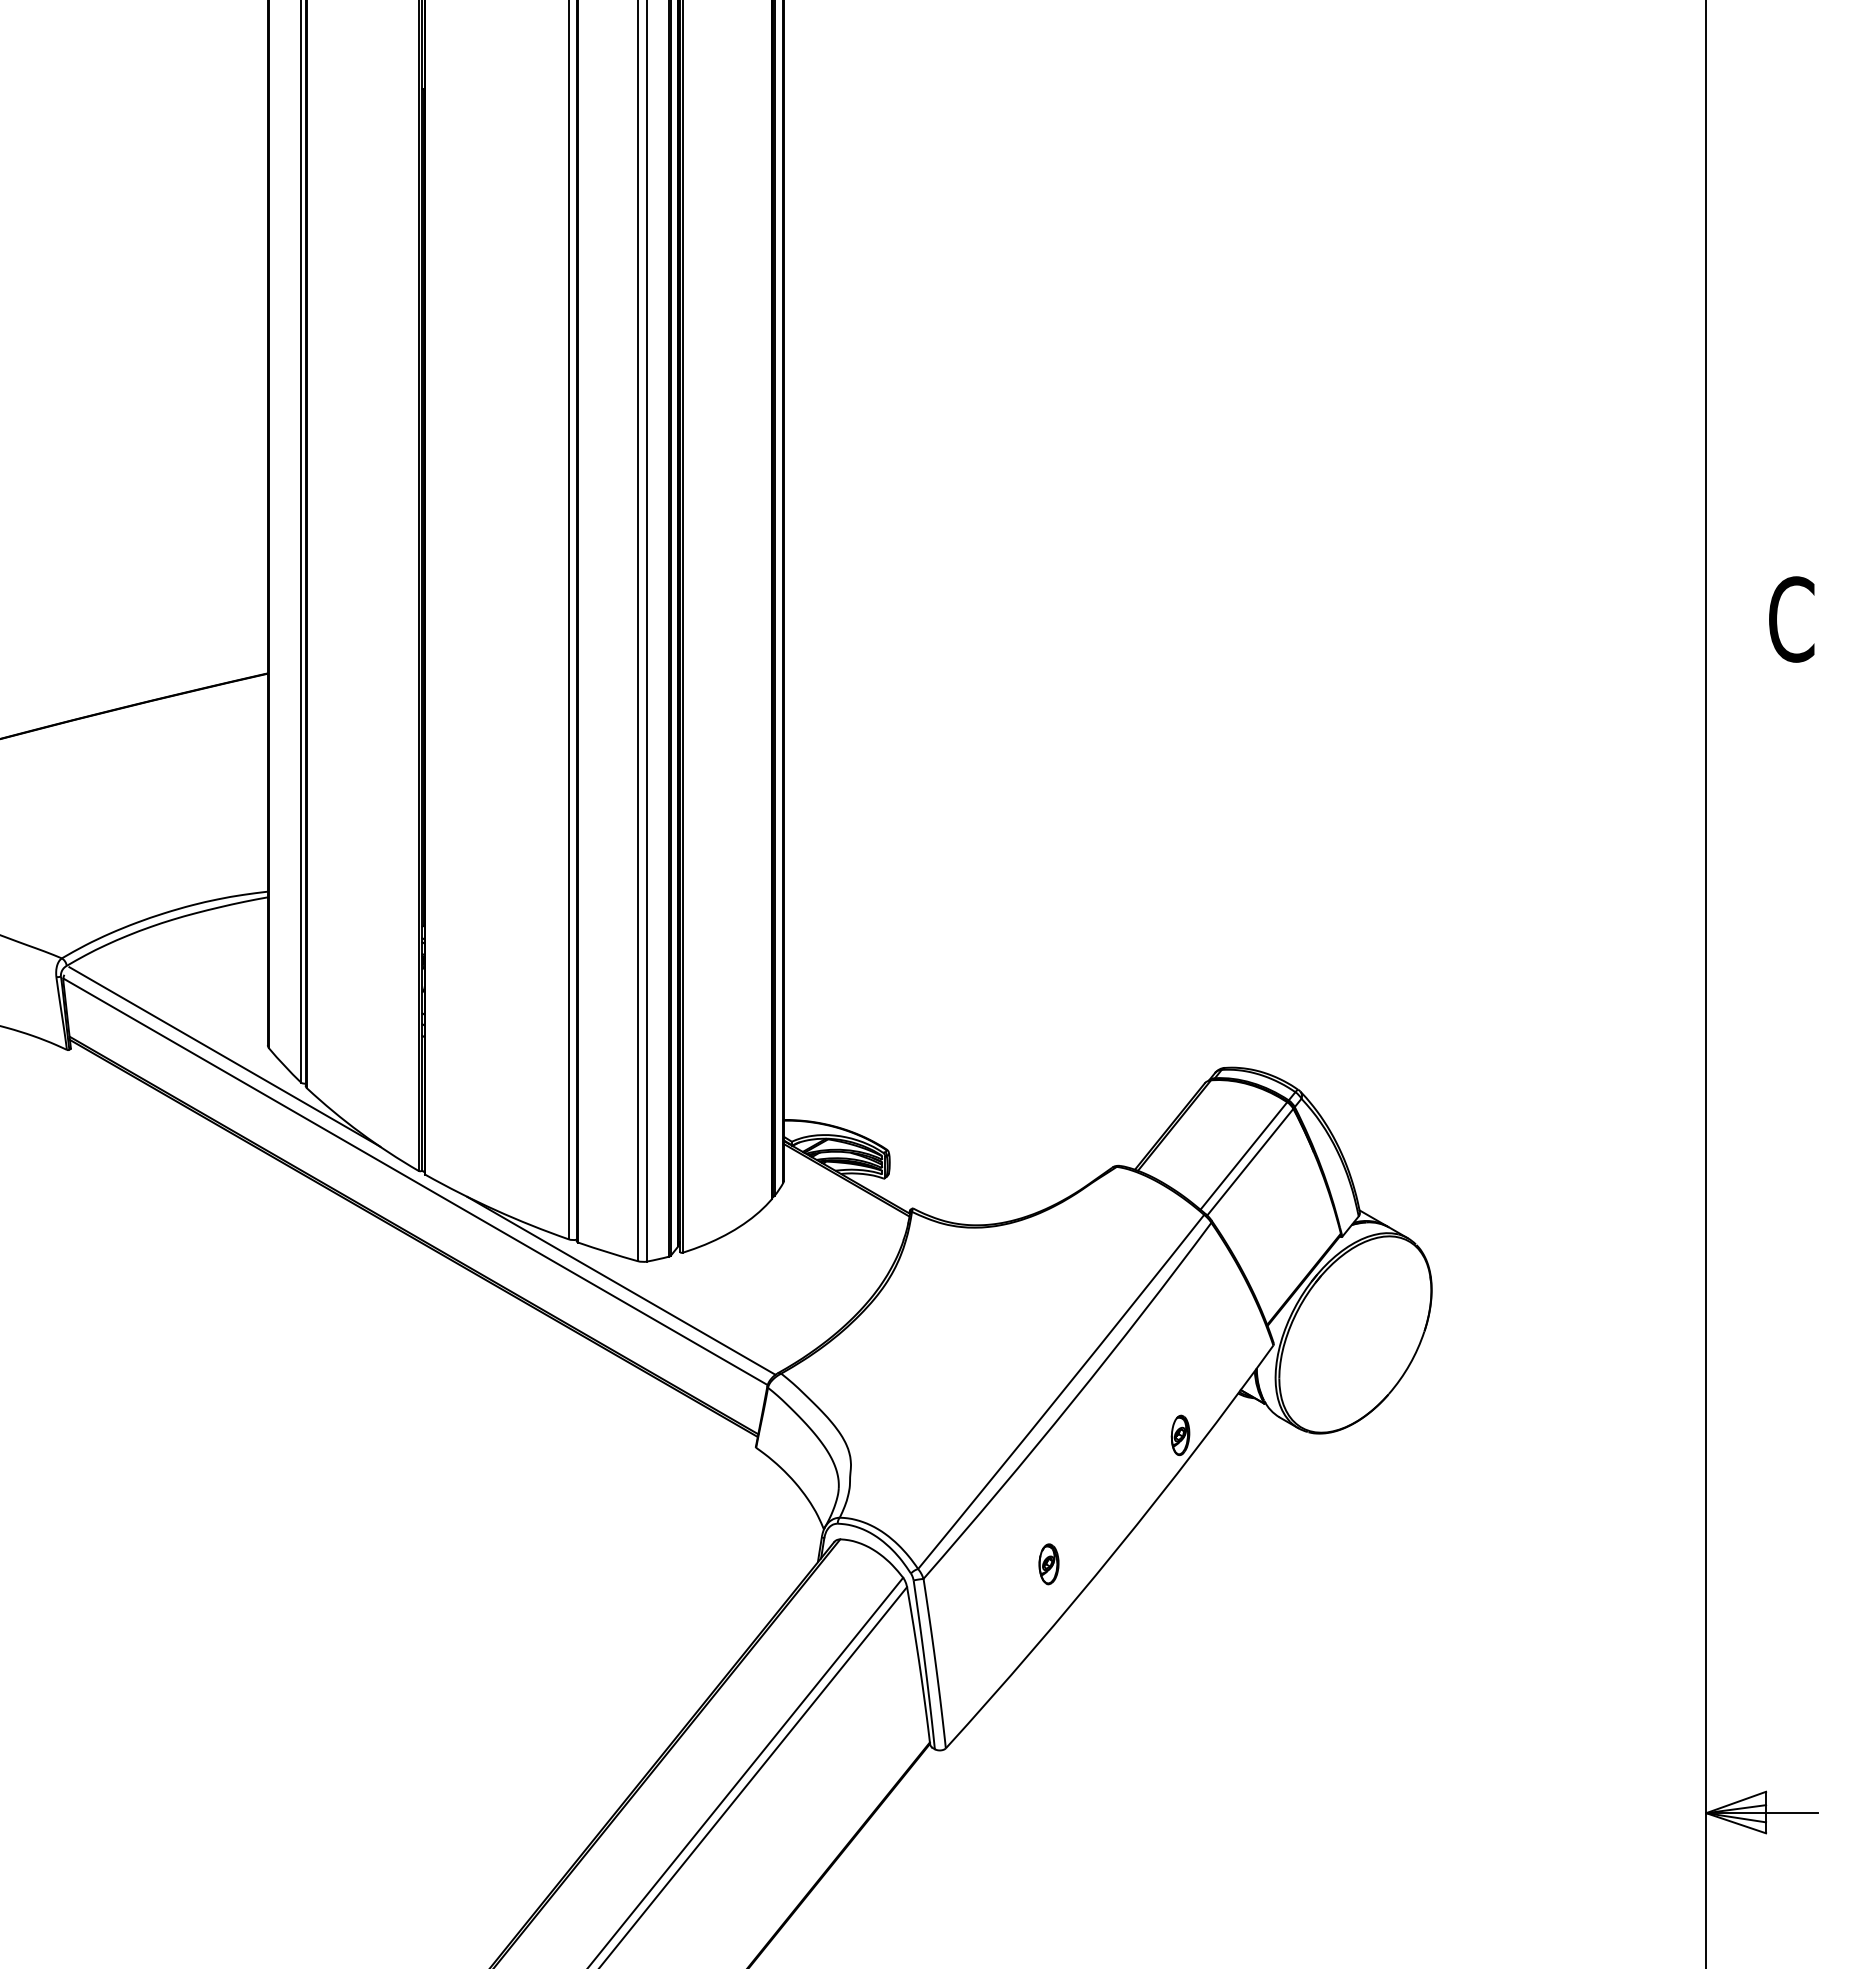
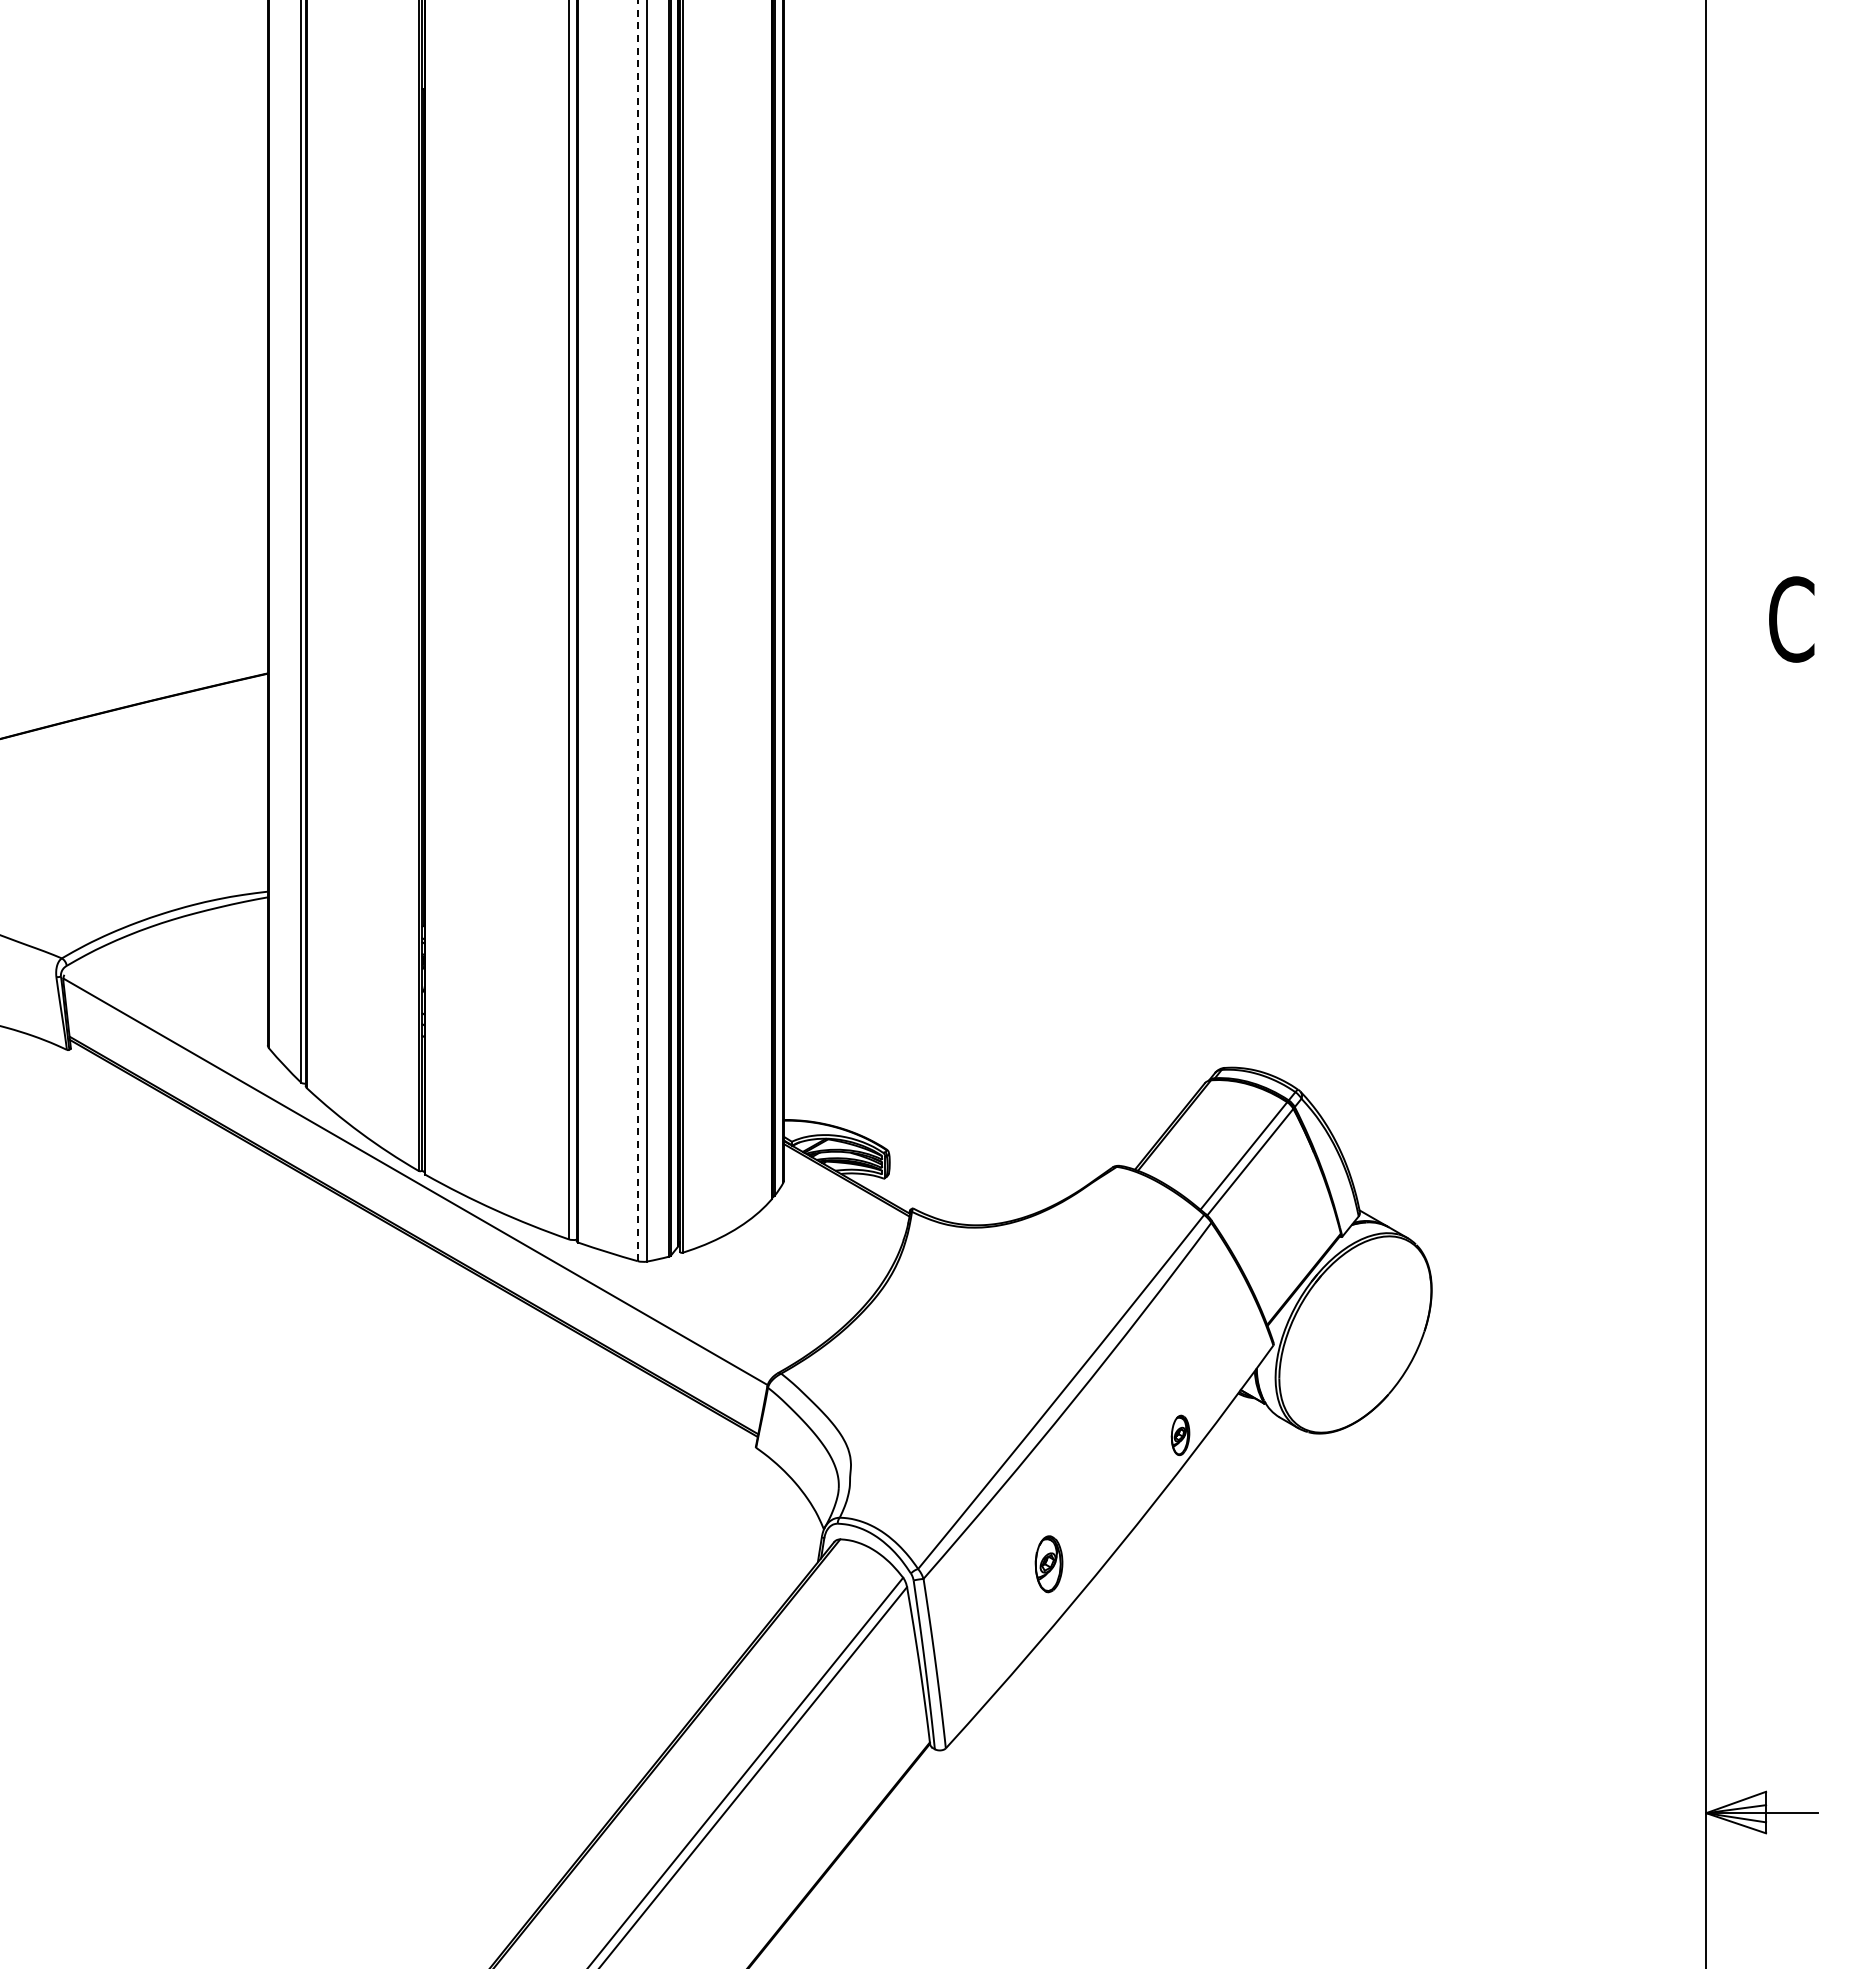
line at (637, 630): solid -> dashed
line at (224, 1056): present -> none
line at (621, 1285): present -> none
part at (1048, 1564) size: 22x43 px -> 30x59 px
